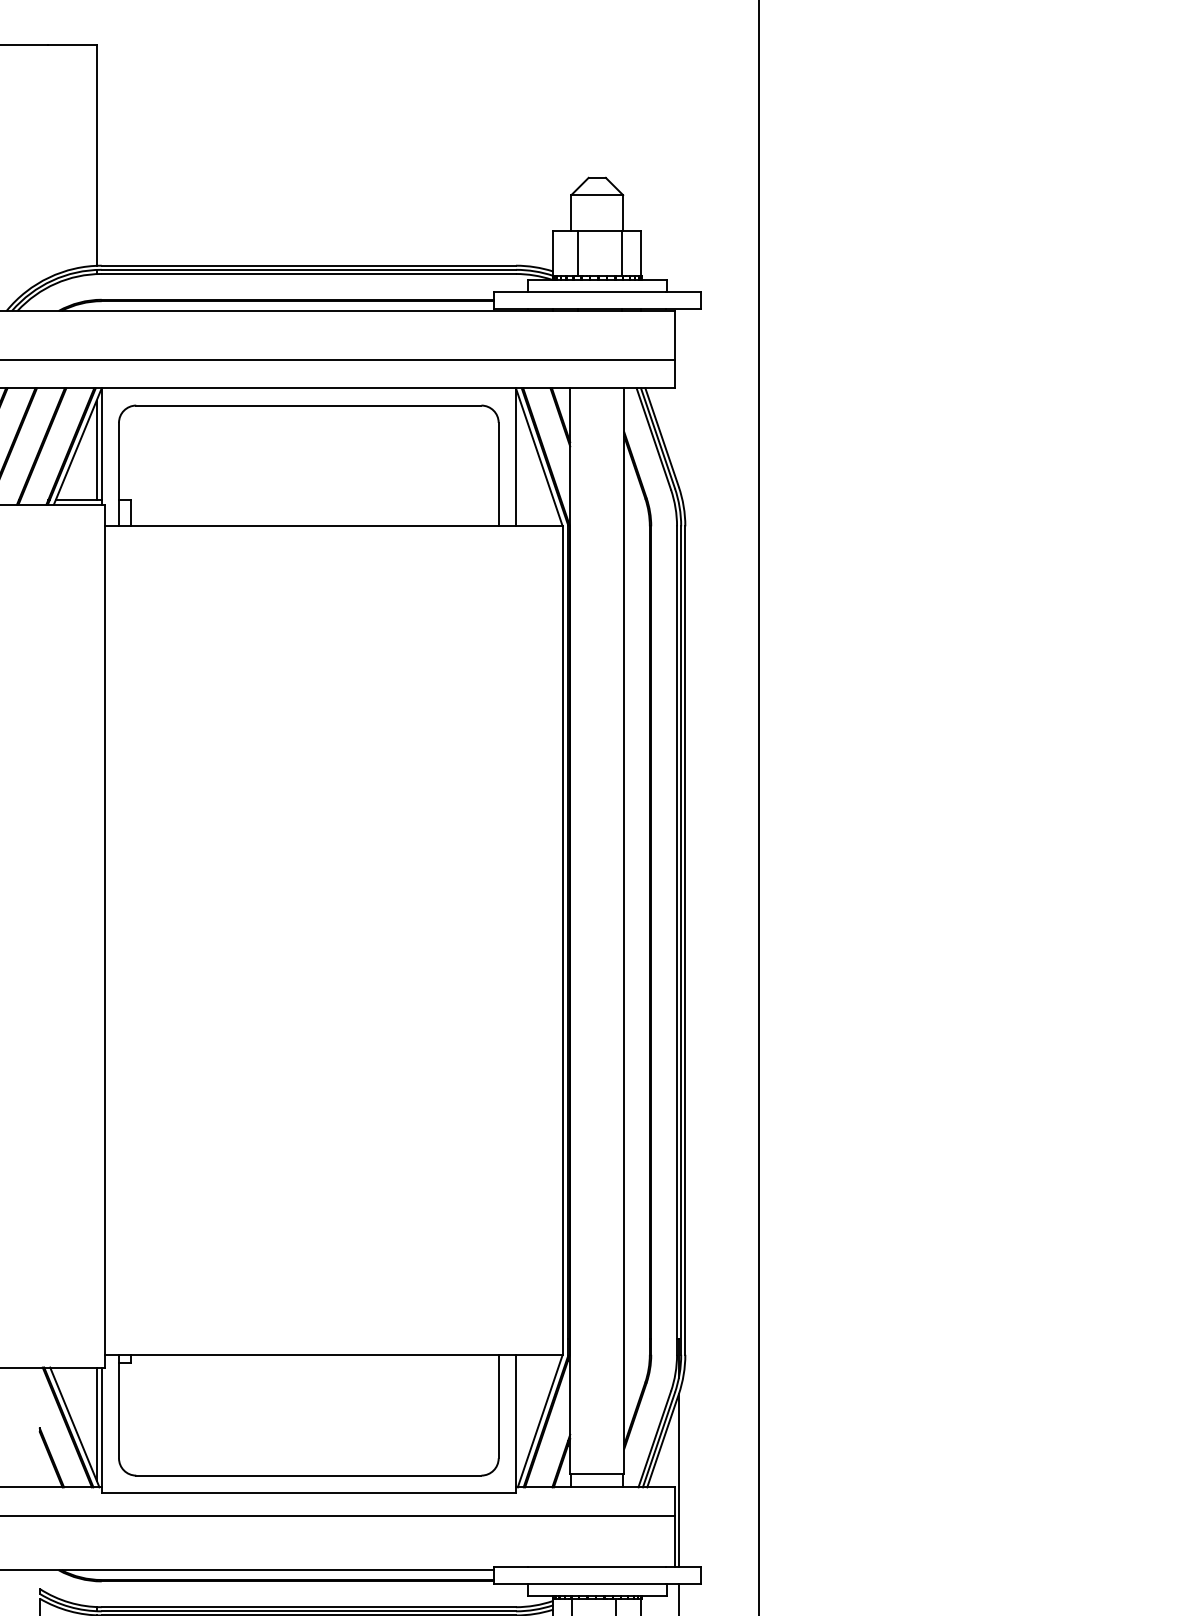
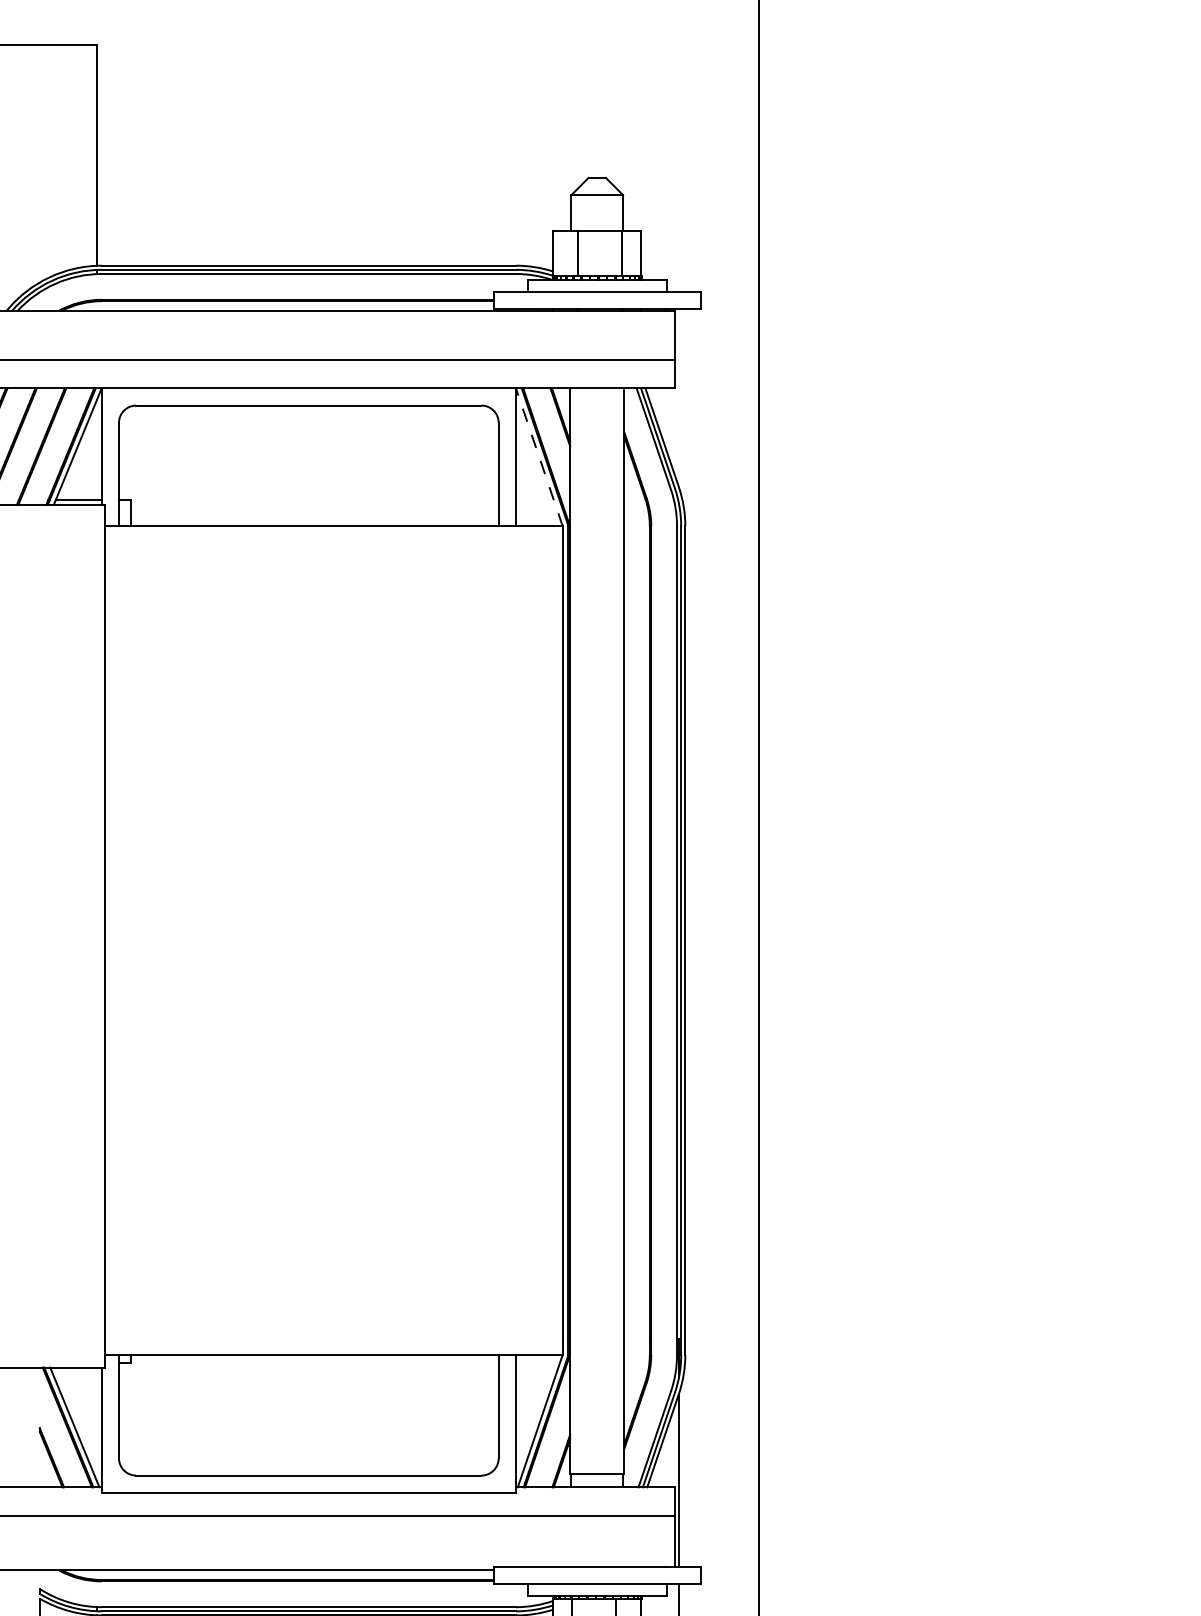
line at (96, 450): present -> none
line at (539, 457): solid -> dashed
line at (96, 1423): present -> none
